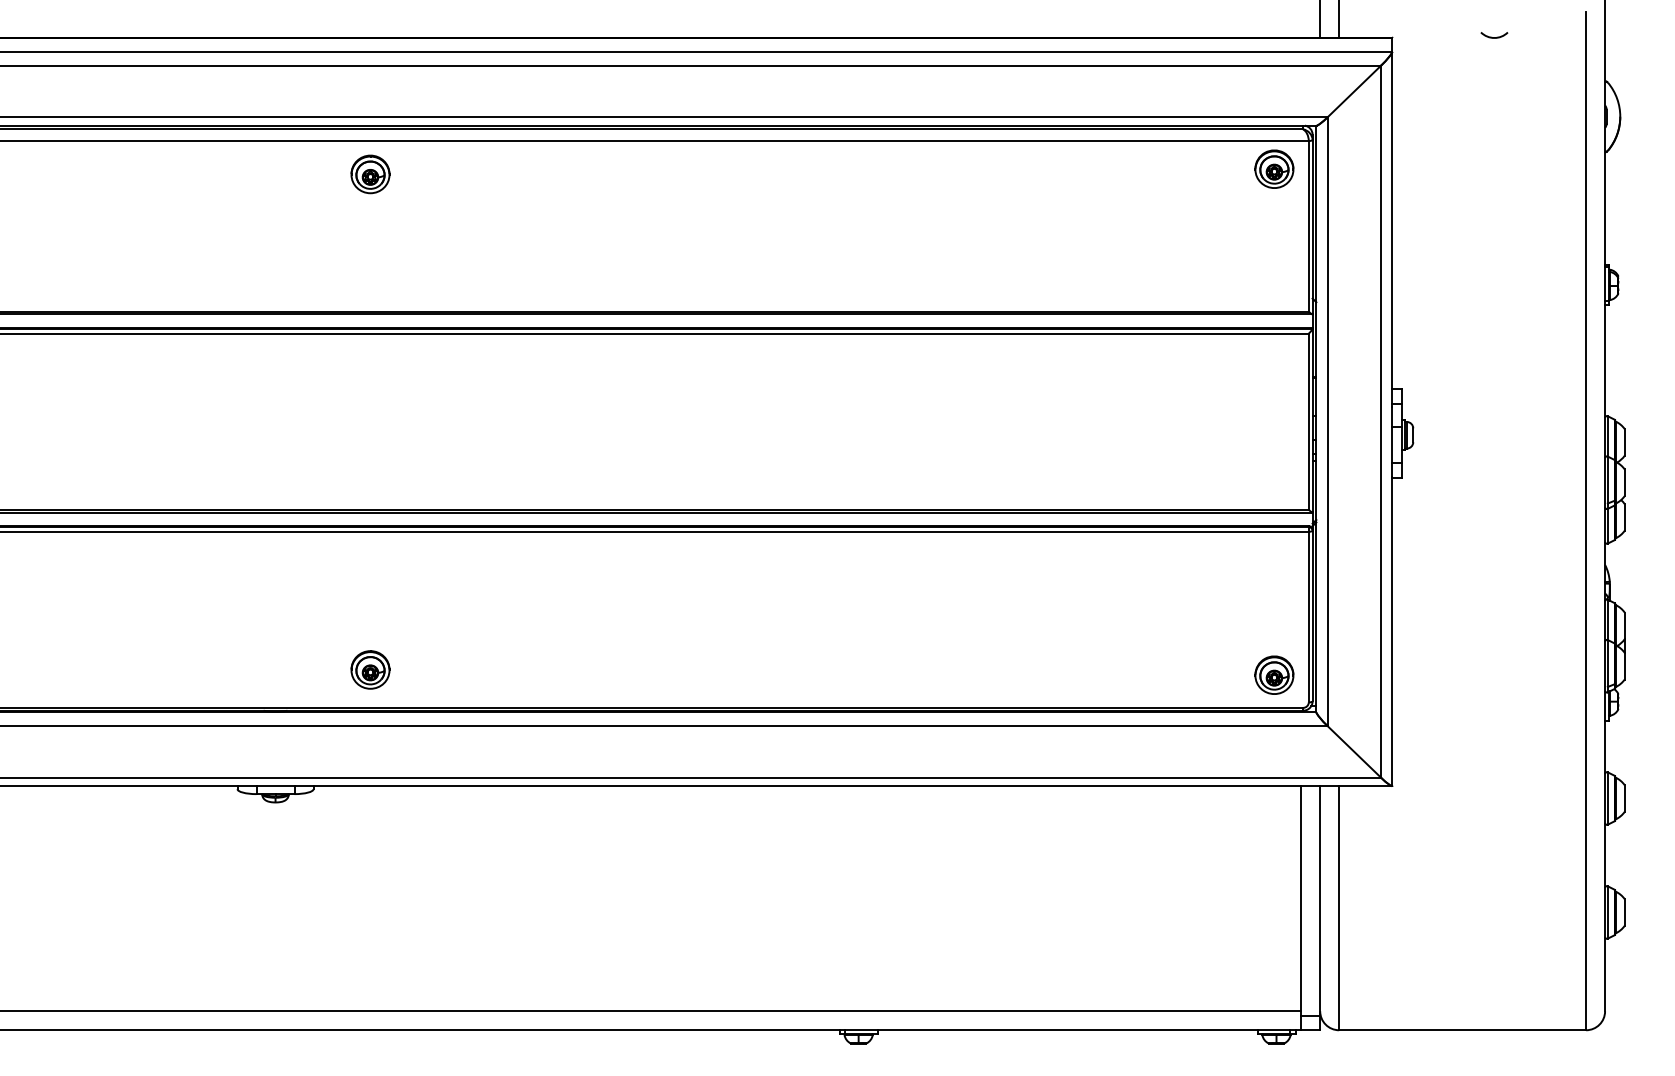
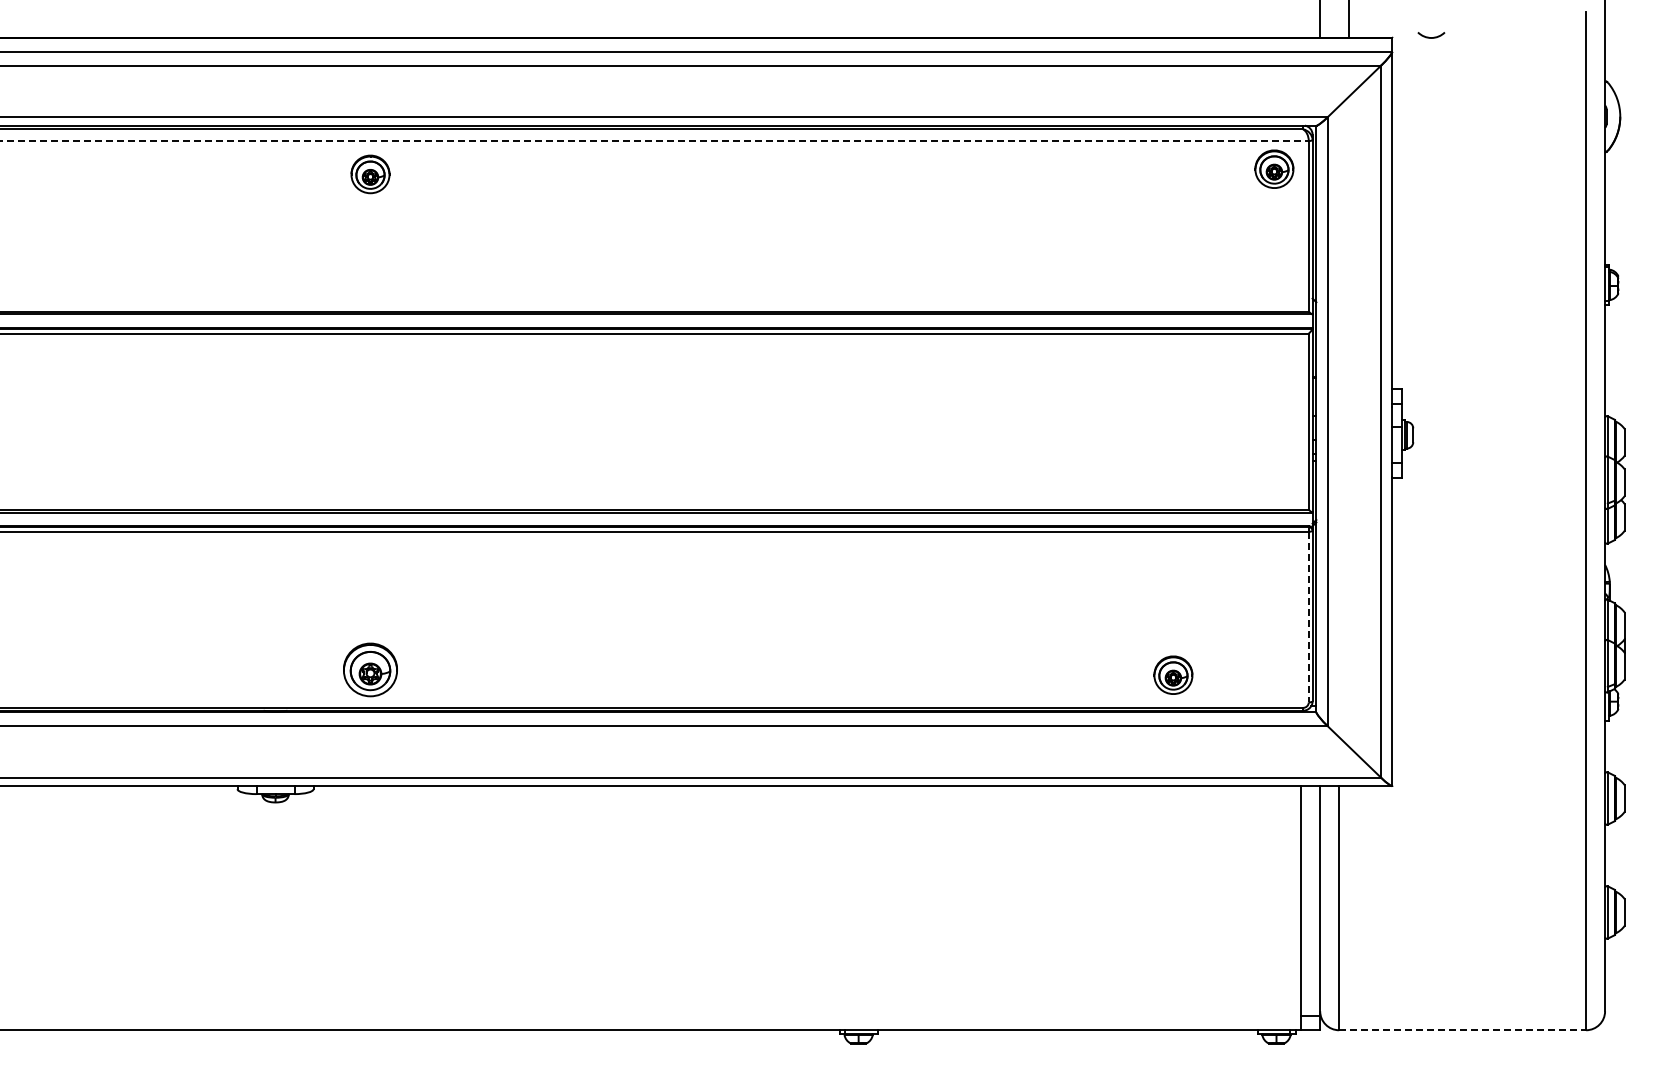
line at (1339, 19) position: (1339, 19) -> (1349, 19)
arc at (1494, 37) position: (1494, 37) -> (1431, 37)
line at (654, 141): solid -> dashed
line at (1308, 617): solid -> dashed
part at (370, 669) size: 41x40 px -> 55x56 px
part at (1274, 674) position: (1274, 674) -> (1173, 674)
line at (651, 1011): present -> none
line at (1463, 1030): solid -> dashed
